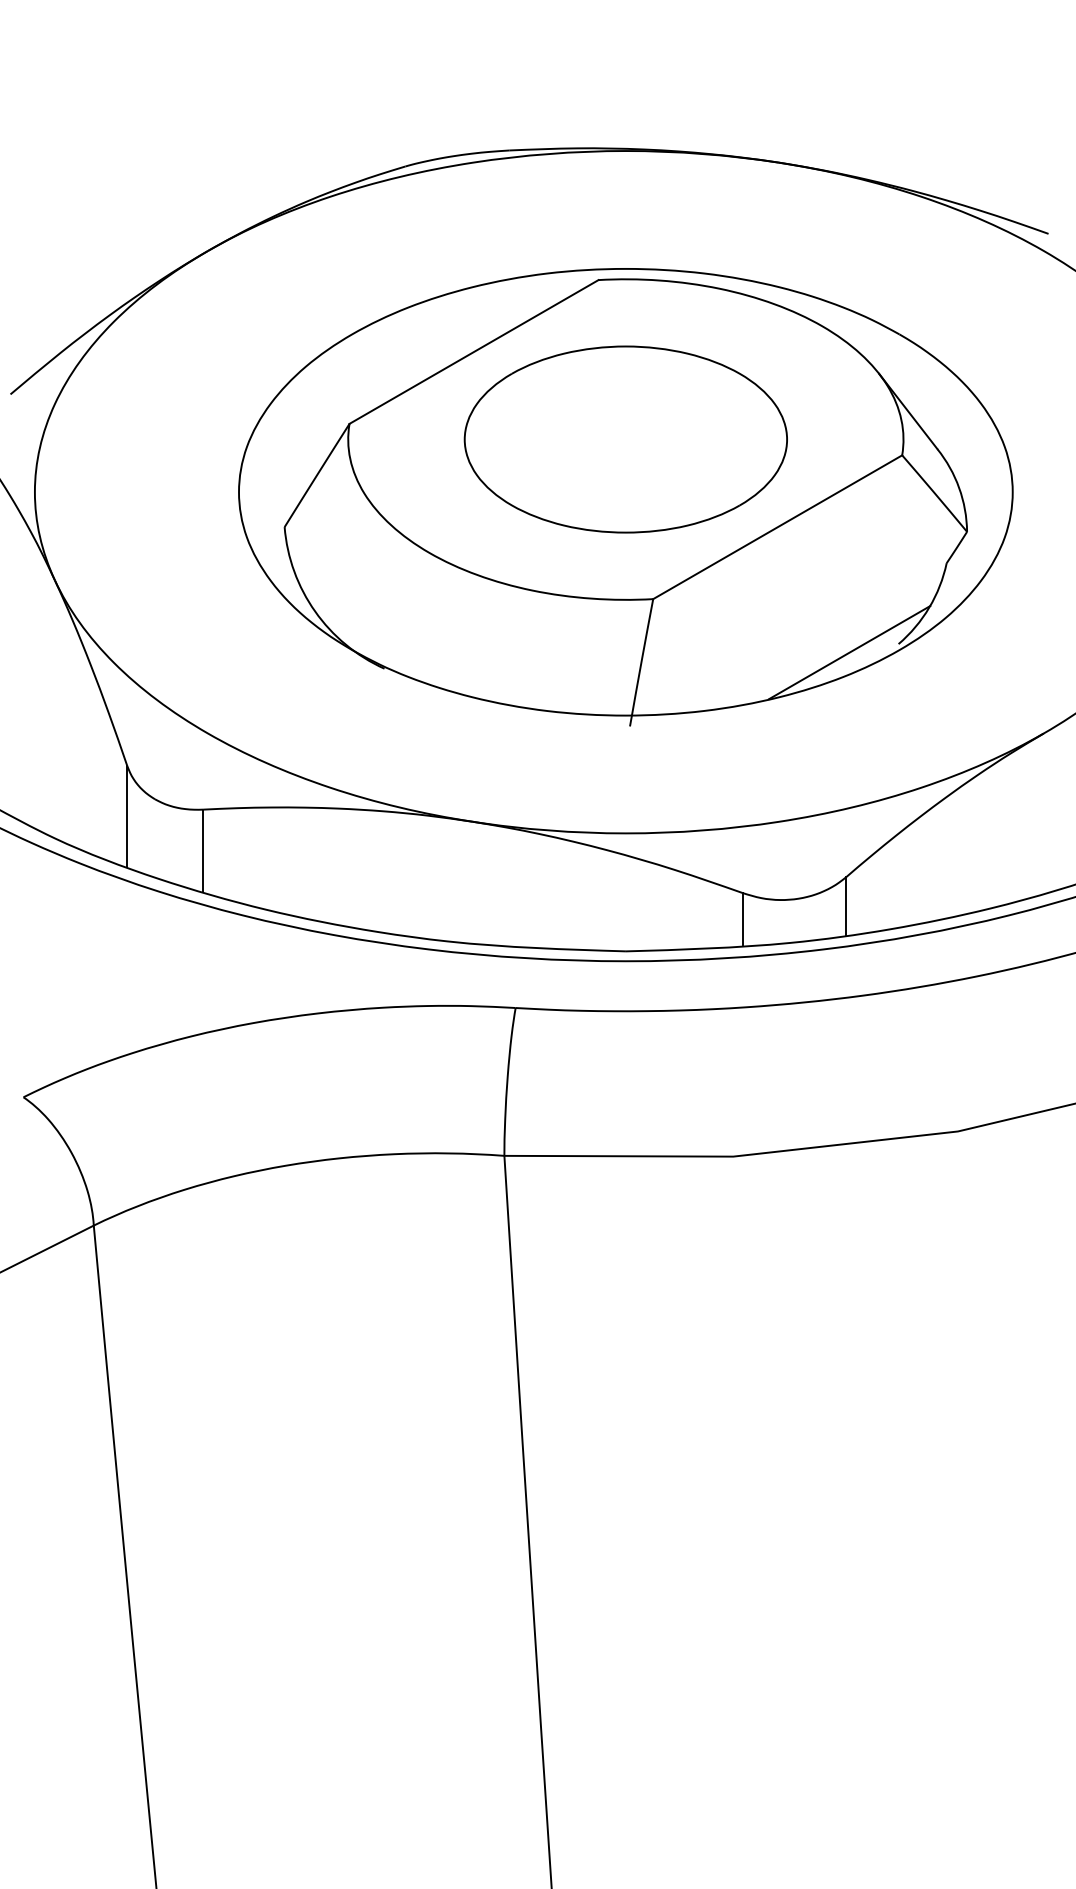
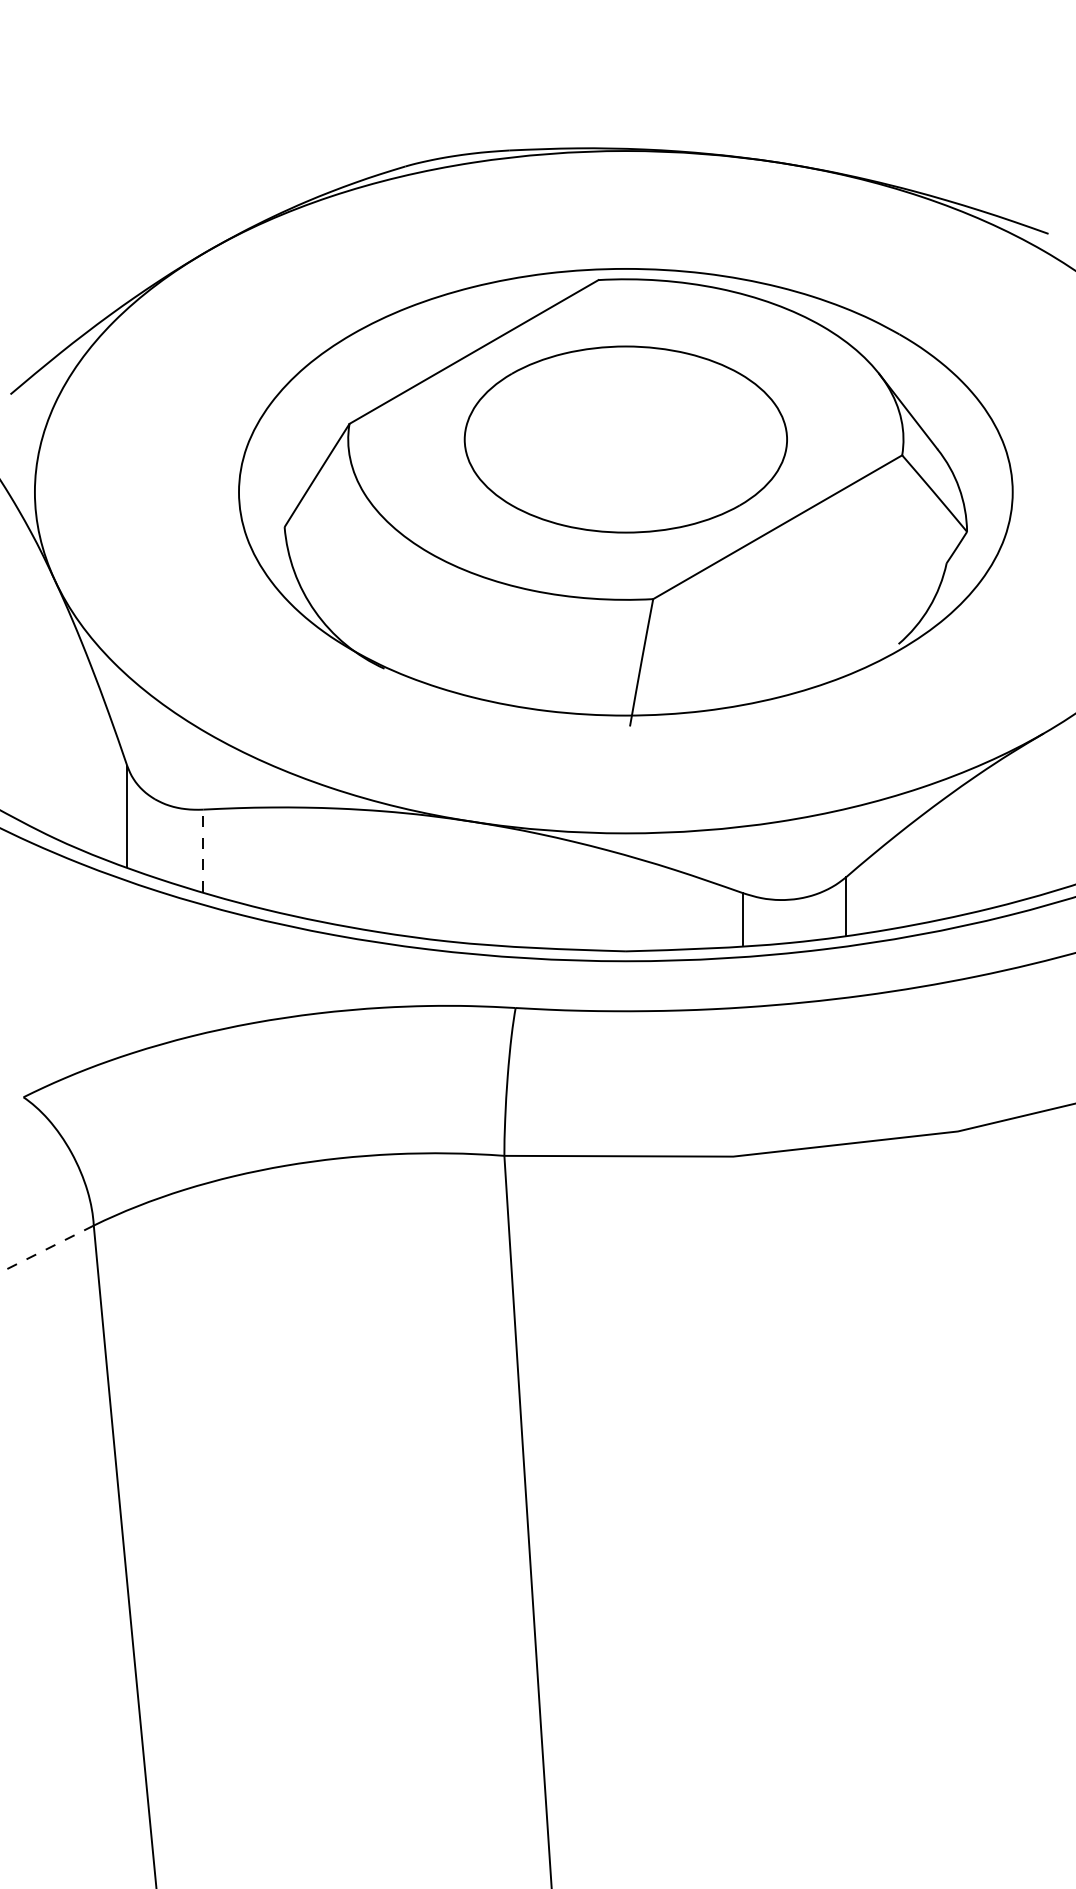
line at (849, 652): present -> none
line at (203, 850): solid -> dashed
line at (47, 1248): solid -> dashed
